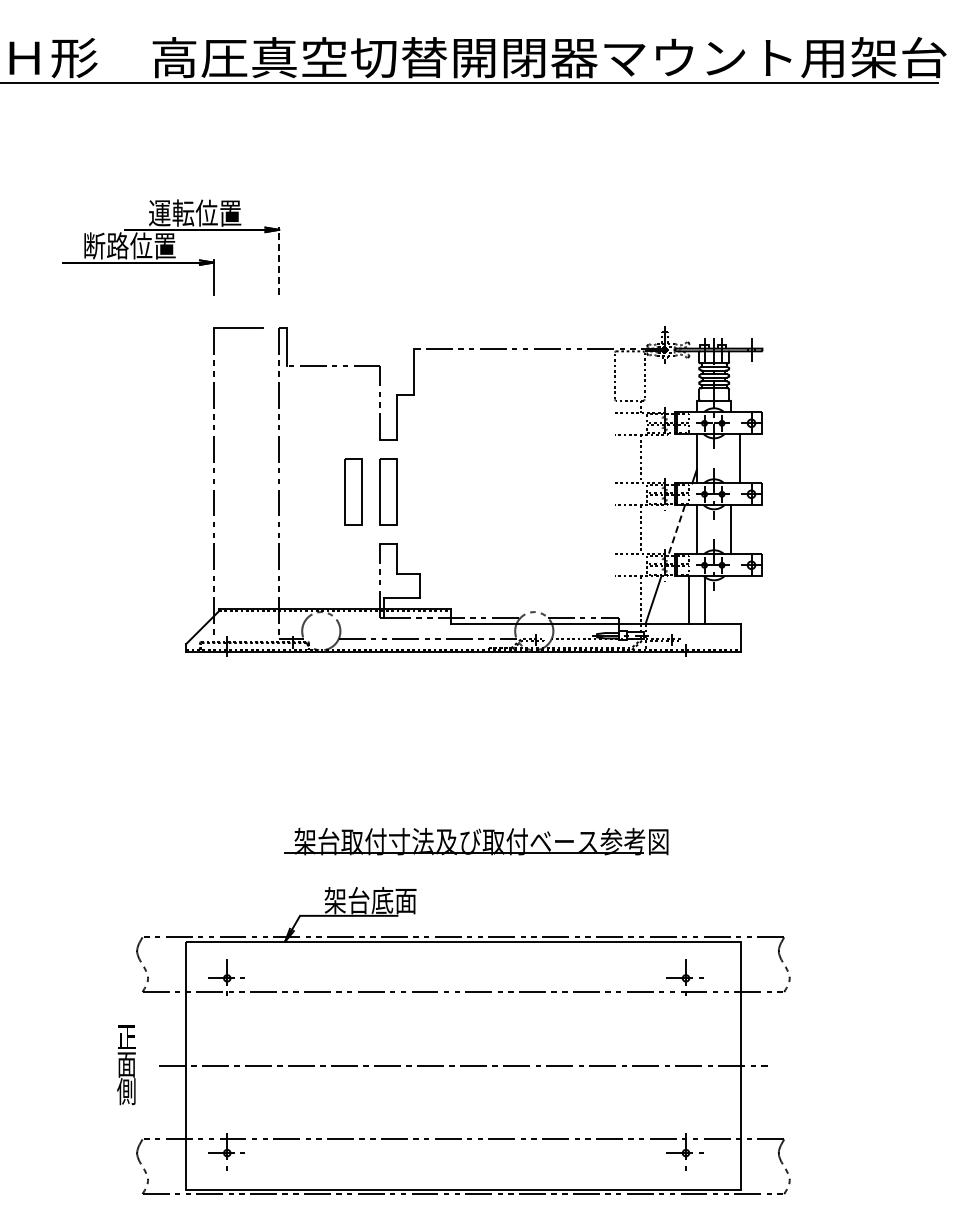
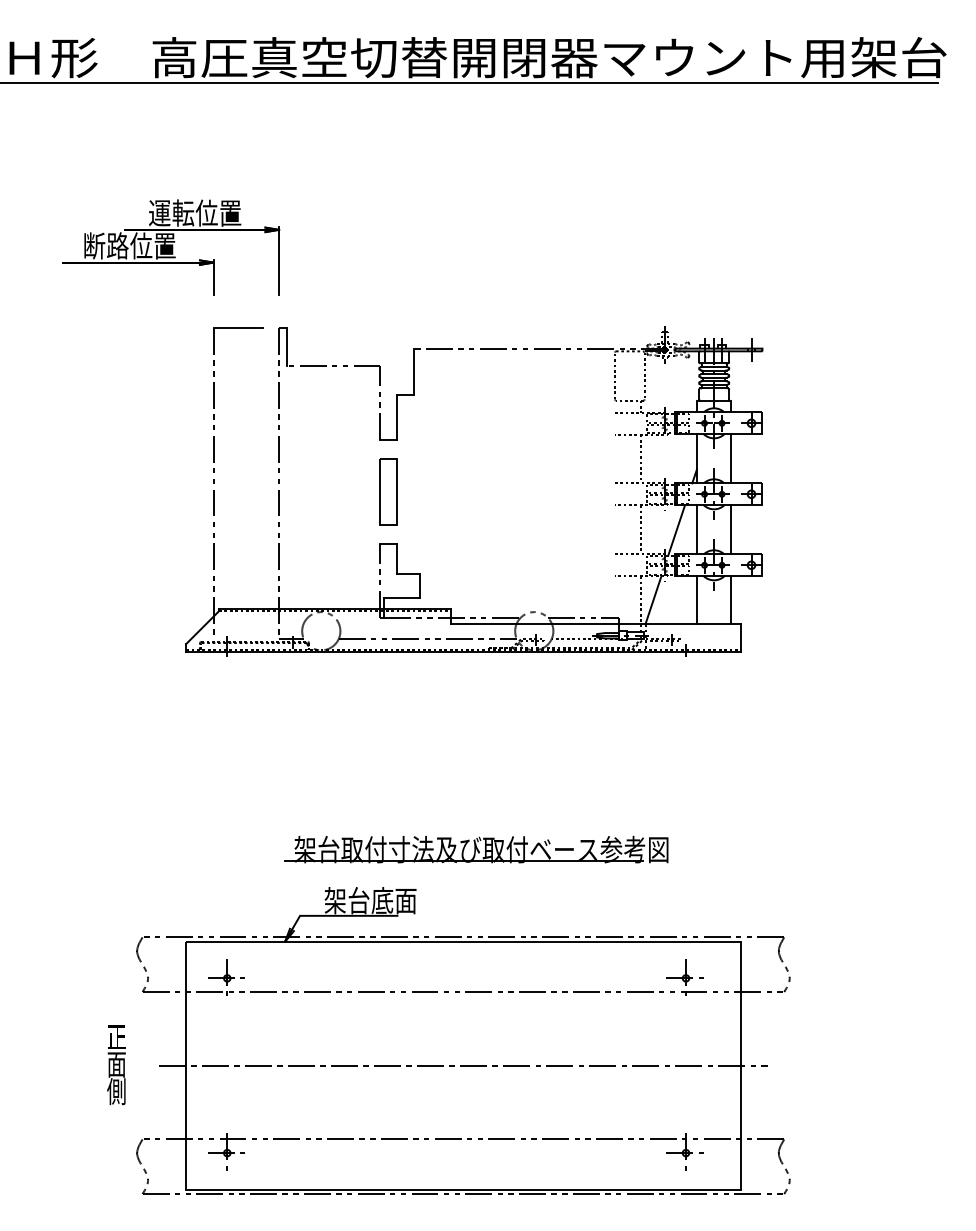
line at (279, 260): dashed -> solid
line at (740, 458) position: (740, 458) -> (731, 458)
part at (353, 491): present -> none
line at (676, 530): dashed -> solid
line at (688, 600) position: (688, 600) -> (696, 600)
line at (705, 600) position: (705, 600) -> (731, 600)
part at (476, 841) position: (476, 841) -> (476, 849)
text at (126, 1065) position: (126, 1065) -> (116, 1065)
